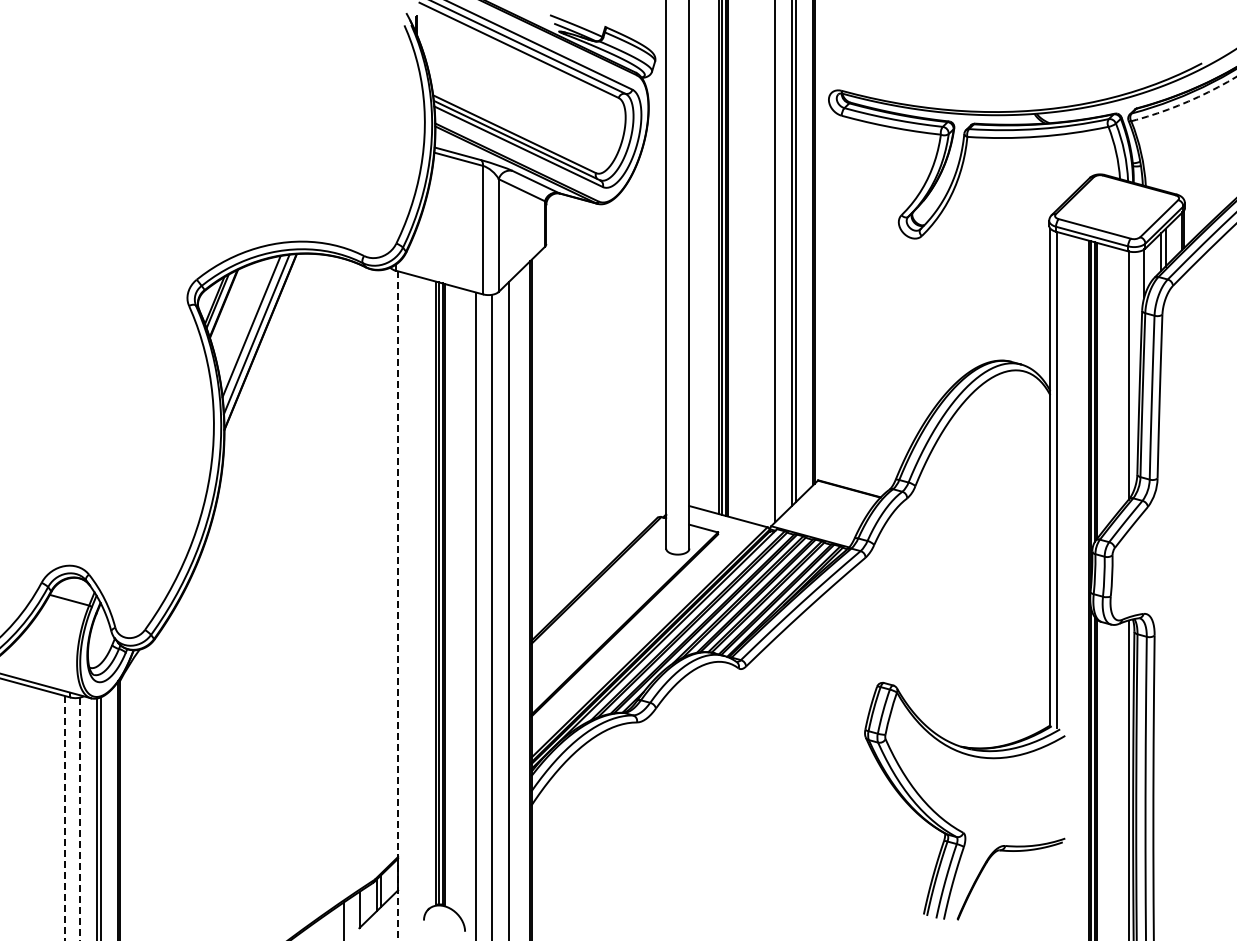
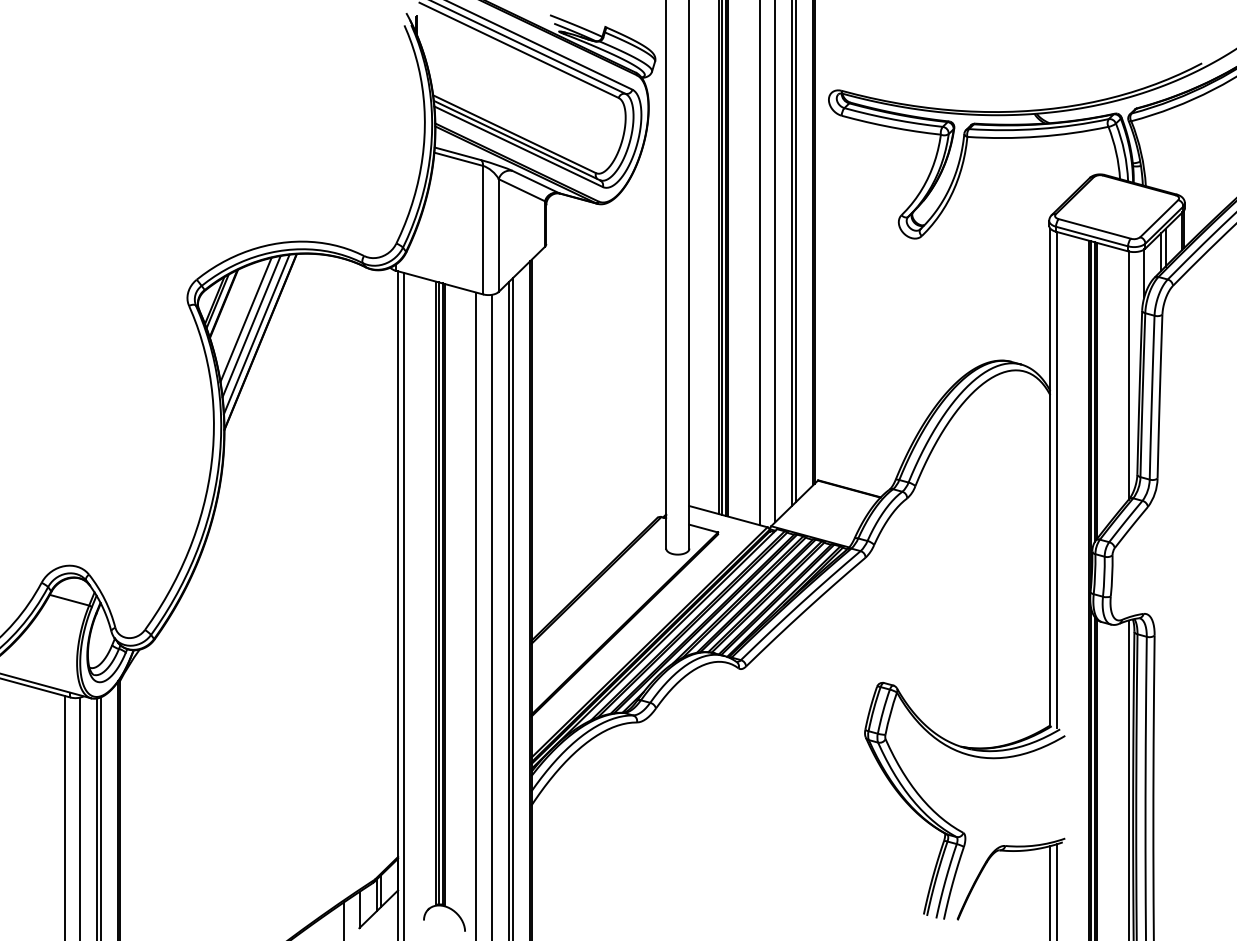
arc at (1184, 103): dashed -> solid
line at (759, 263): none -> present
line at (245, 319): none -> present
line at (404, 605): none -> present
line at (398, 606): dashed -> solid
line at (513, 607): none -> present
line at (64, 818): dashed -> solid
line at (80, 819): dashed -> solid
line at (1056, 890): none -> present
line at (1050, 891): none -> present
